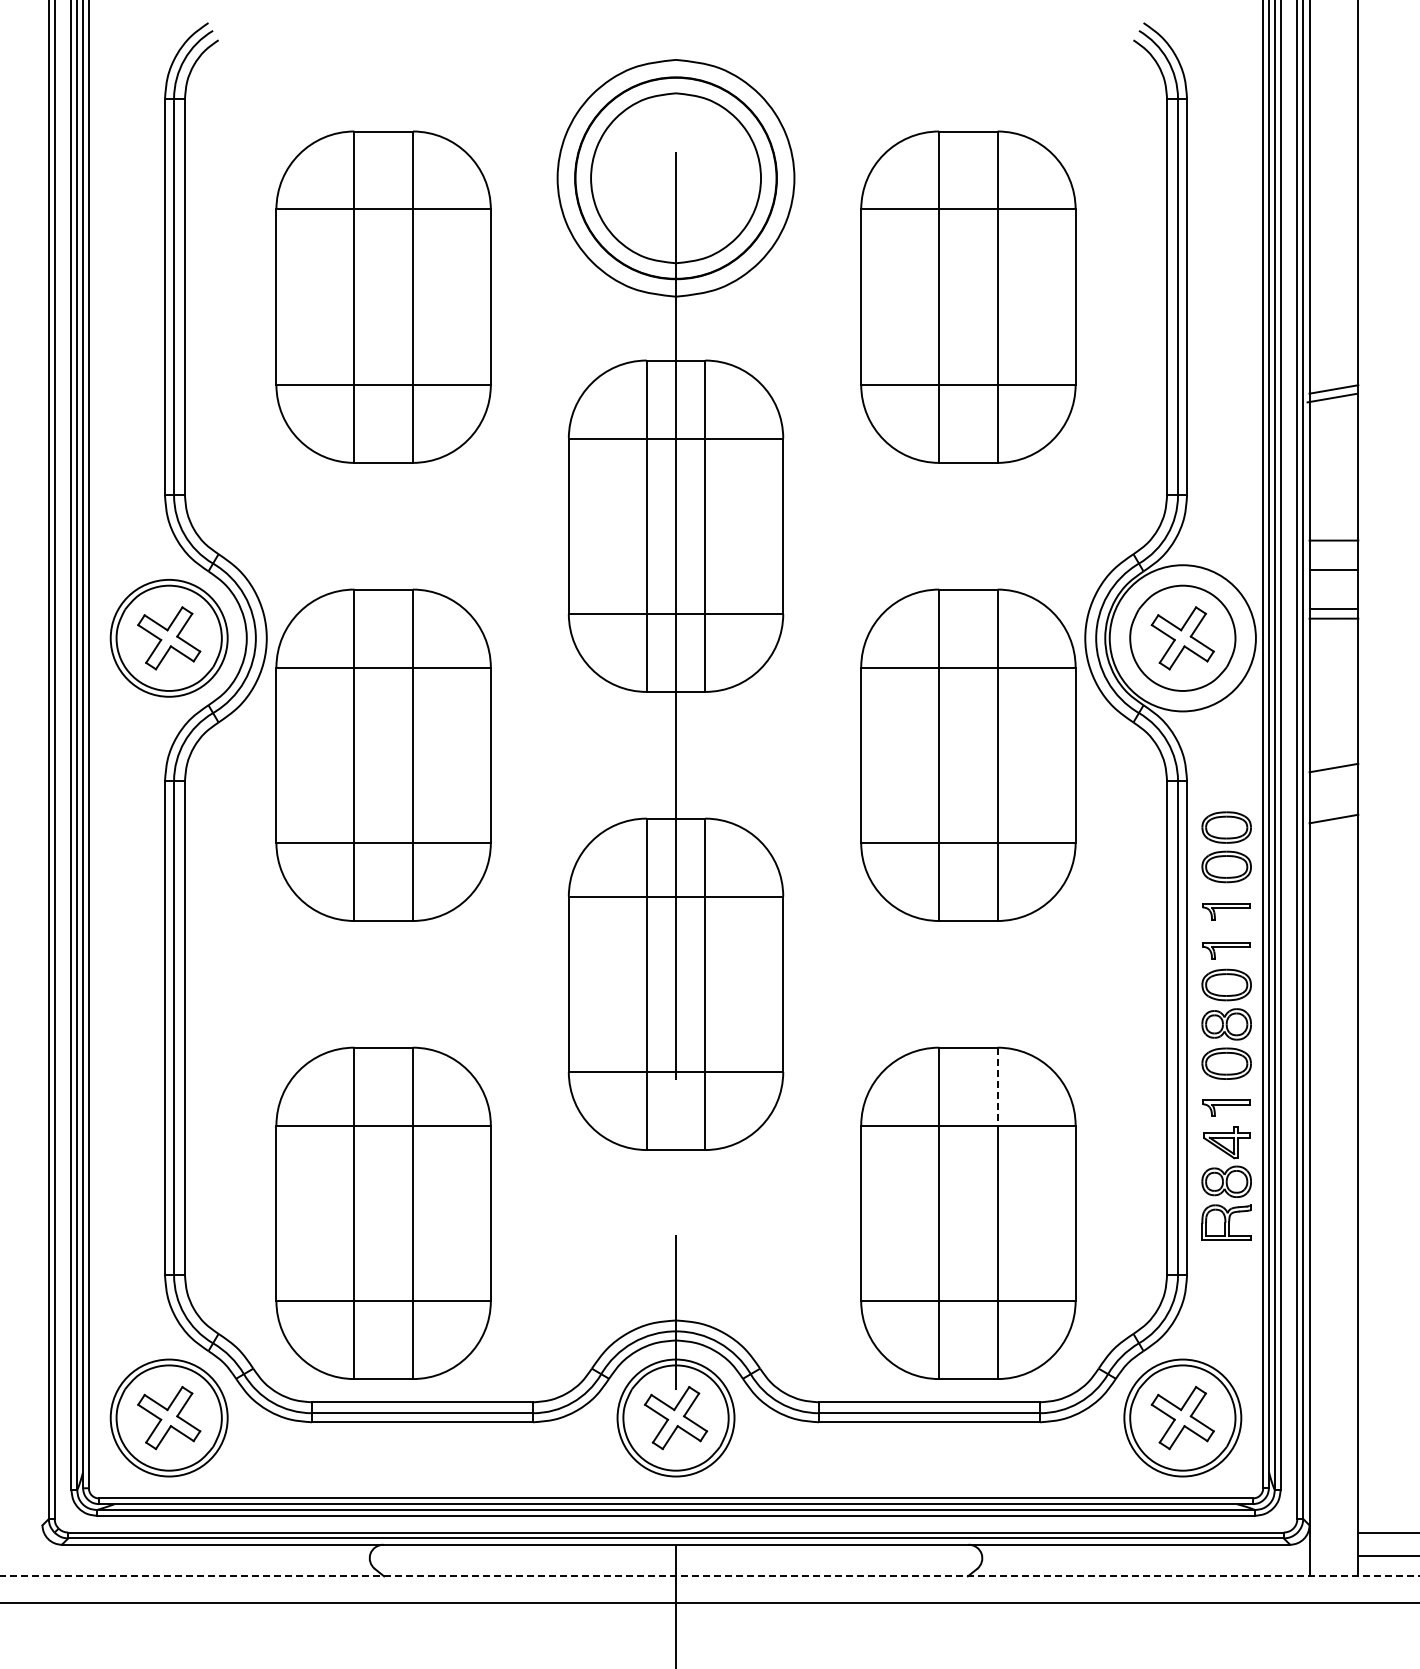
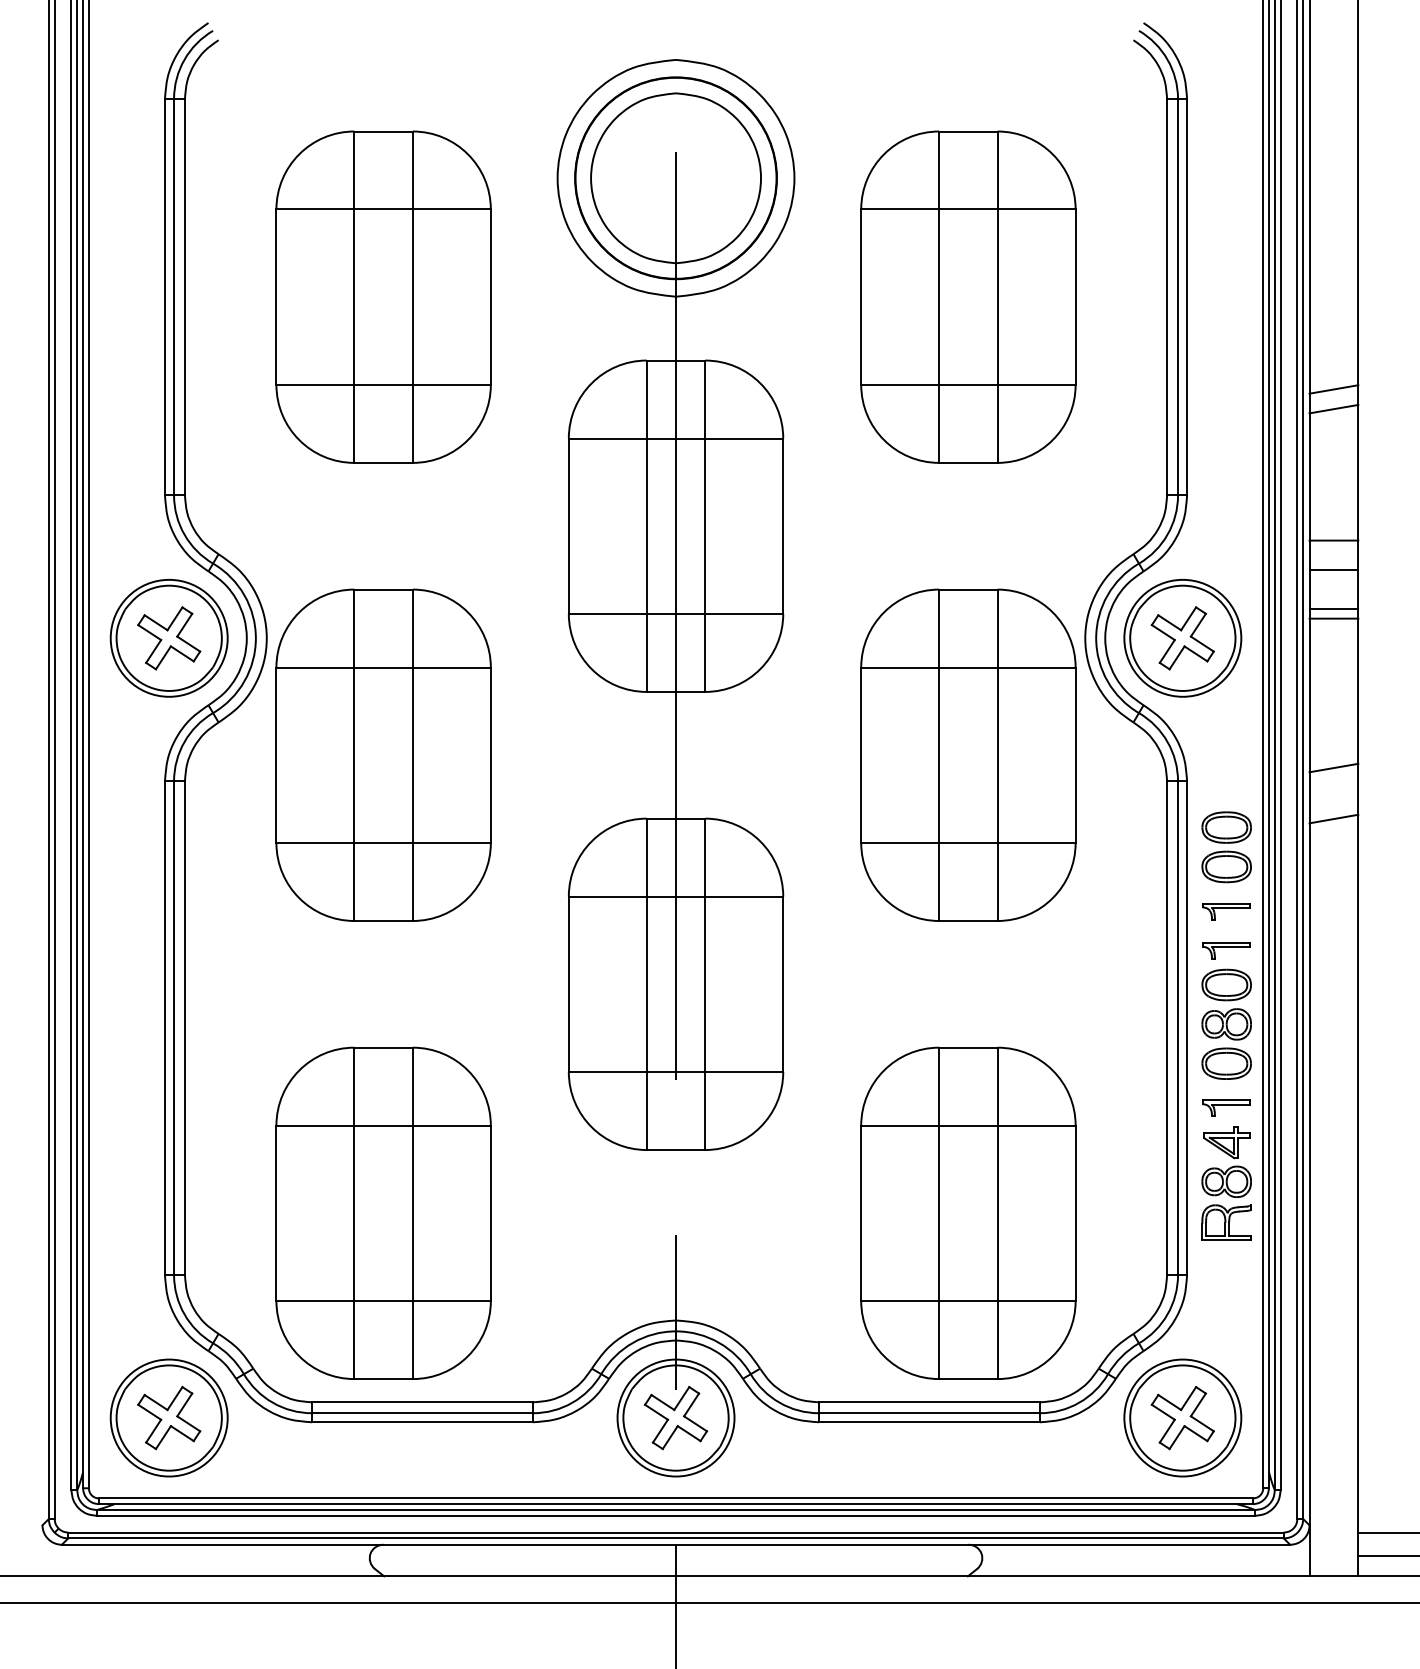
line at (1331, 397) position: (1331, 397) -> (1333, 408)
circle at (1182, 638) diameter: 146 px -> 117 px
line at (997, 1086): dashed -> solid
line at (710, 1576): dashed -> solid
